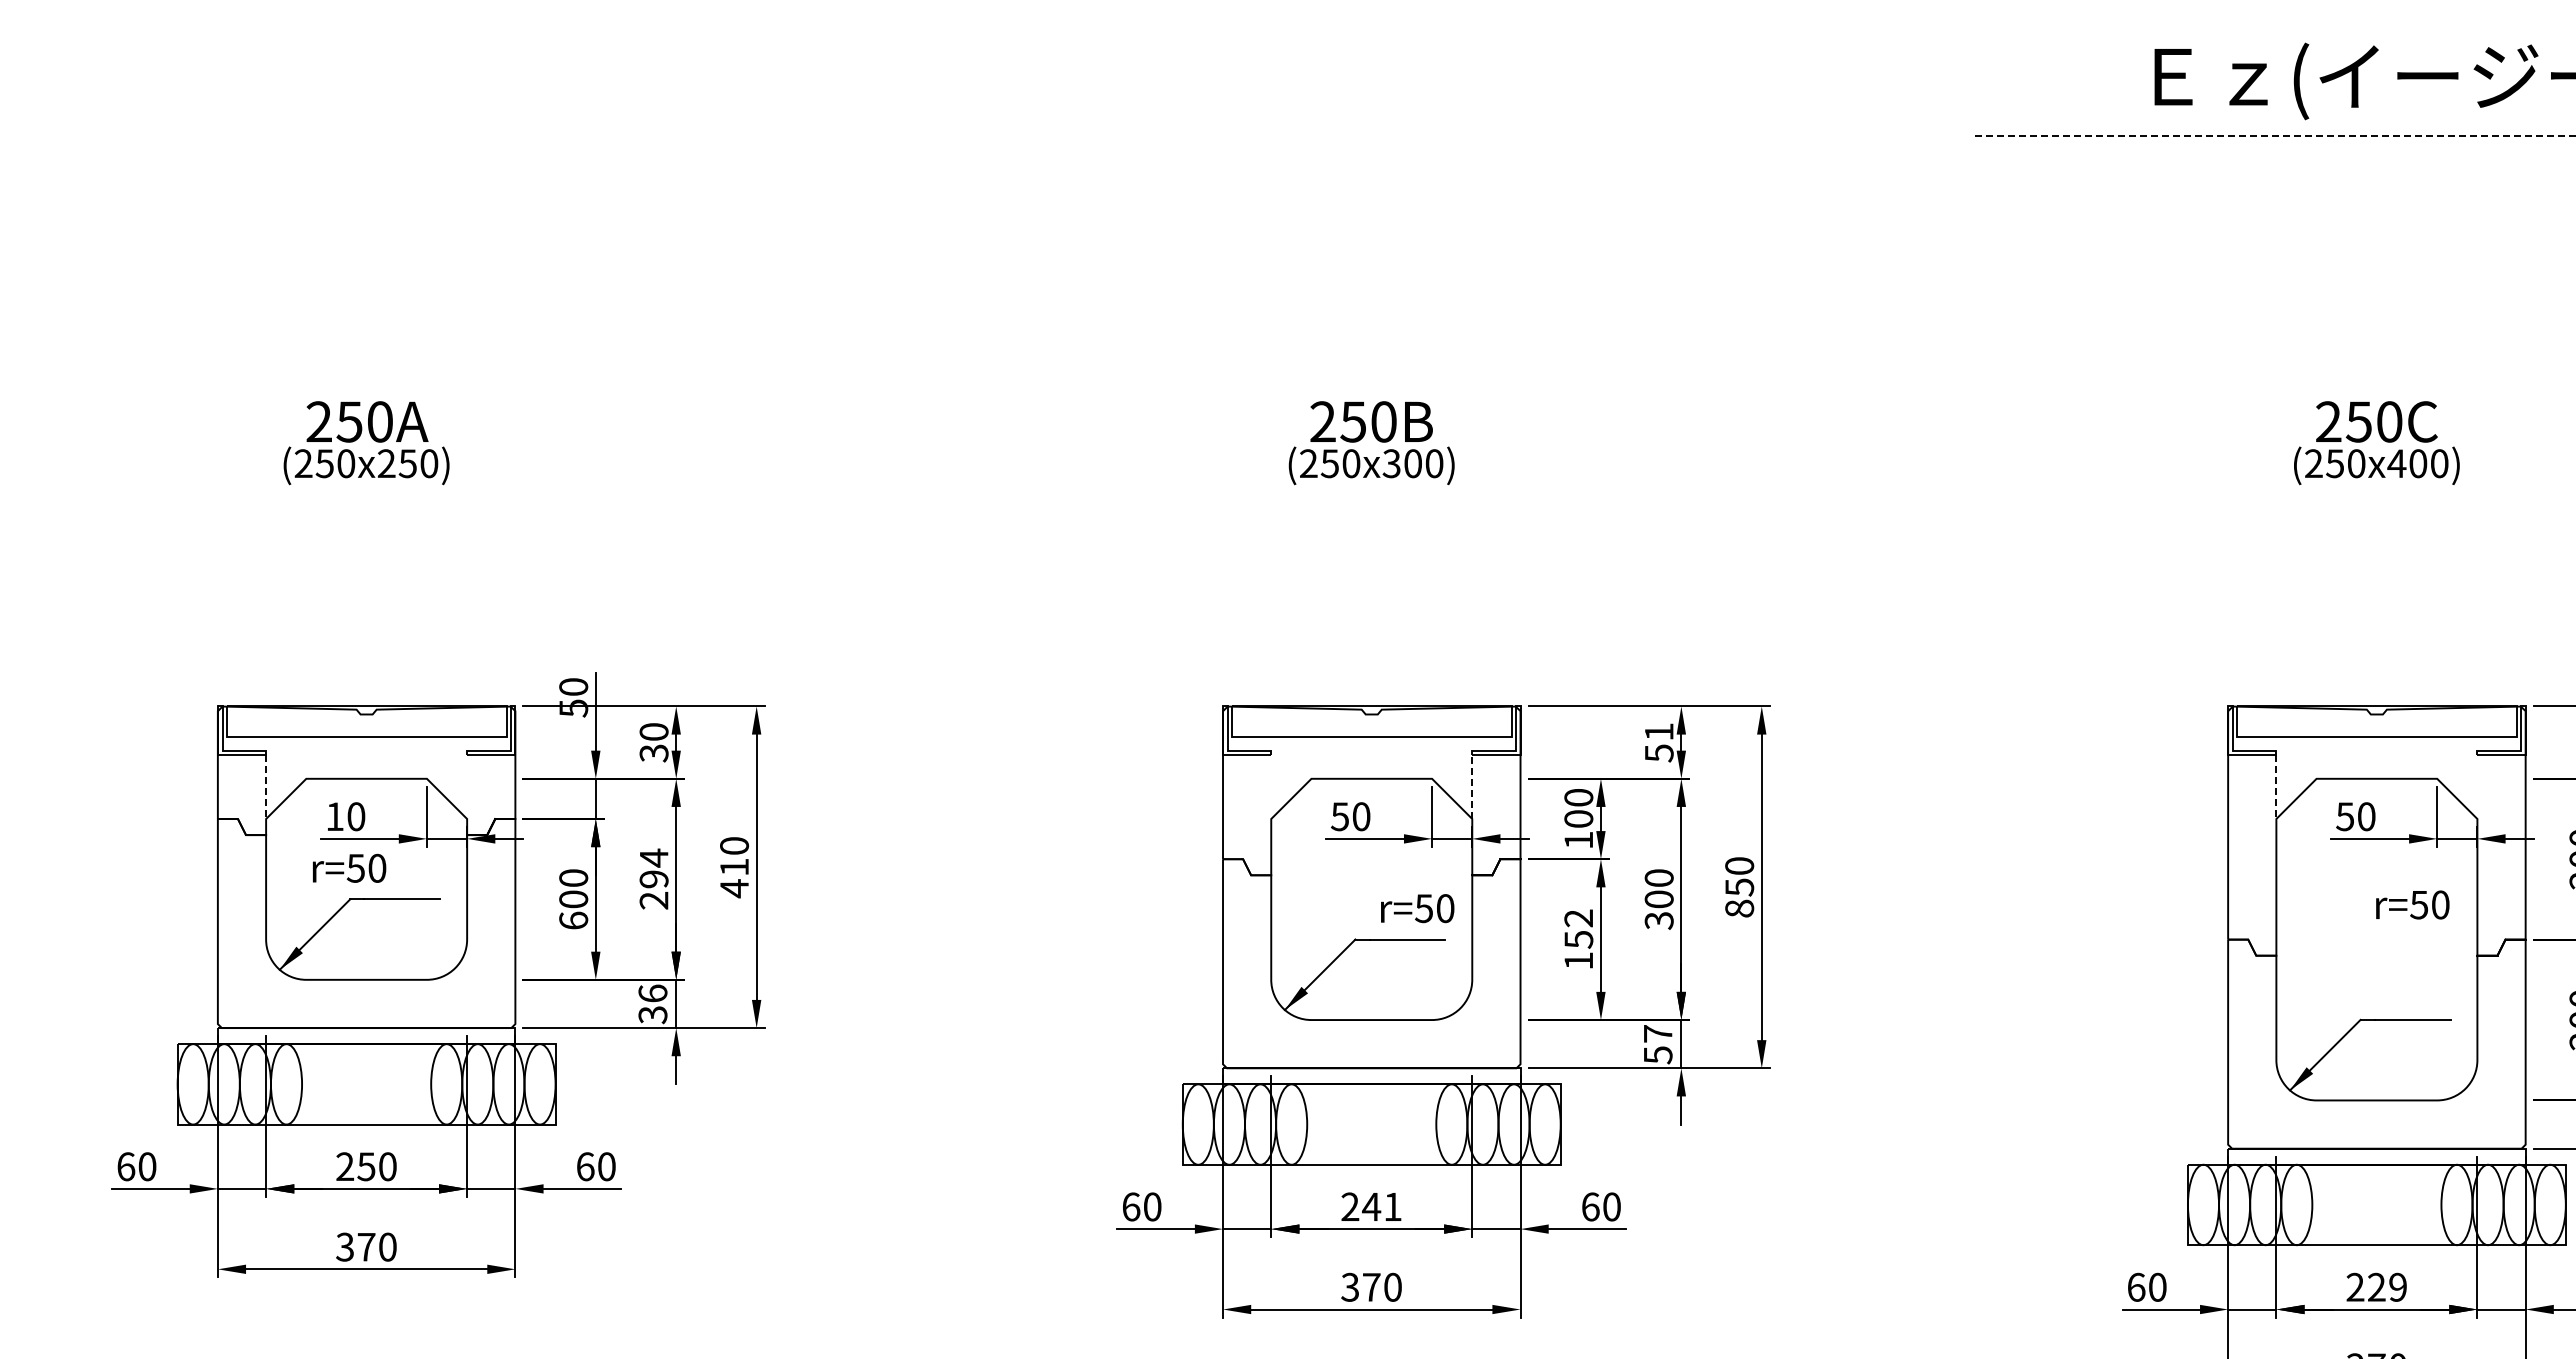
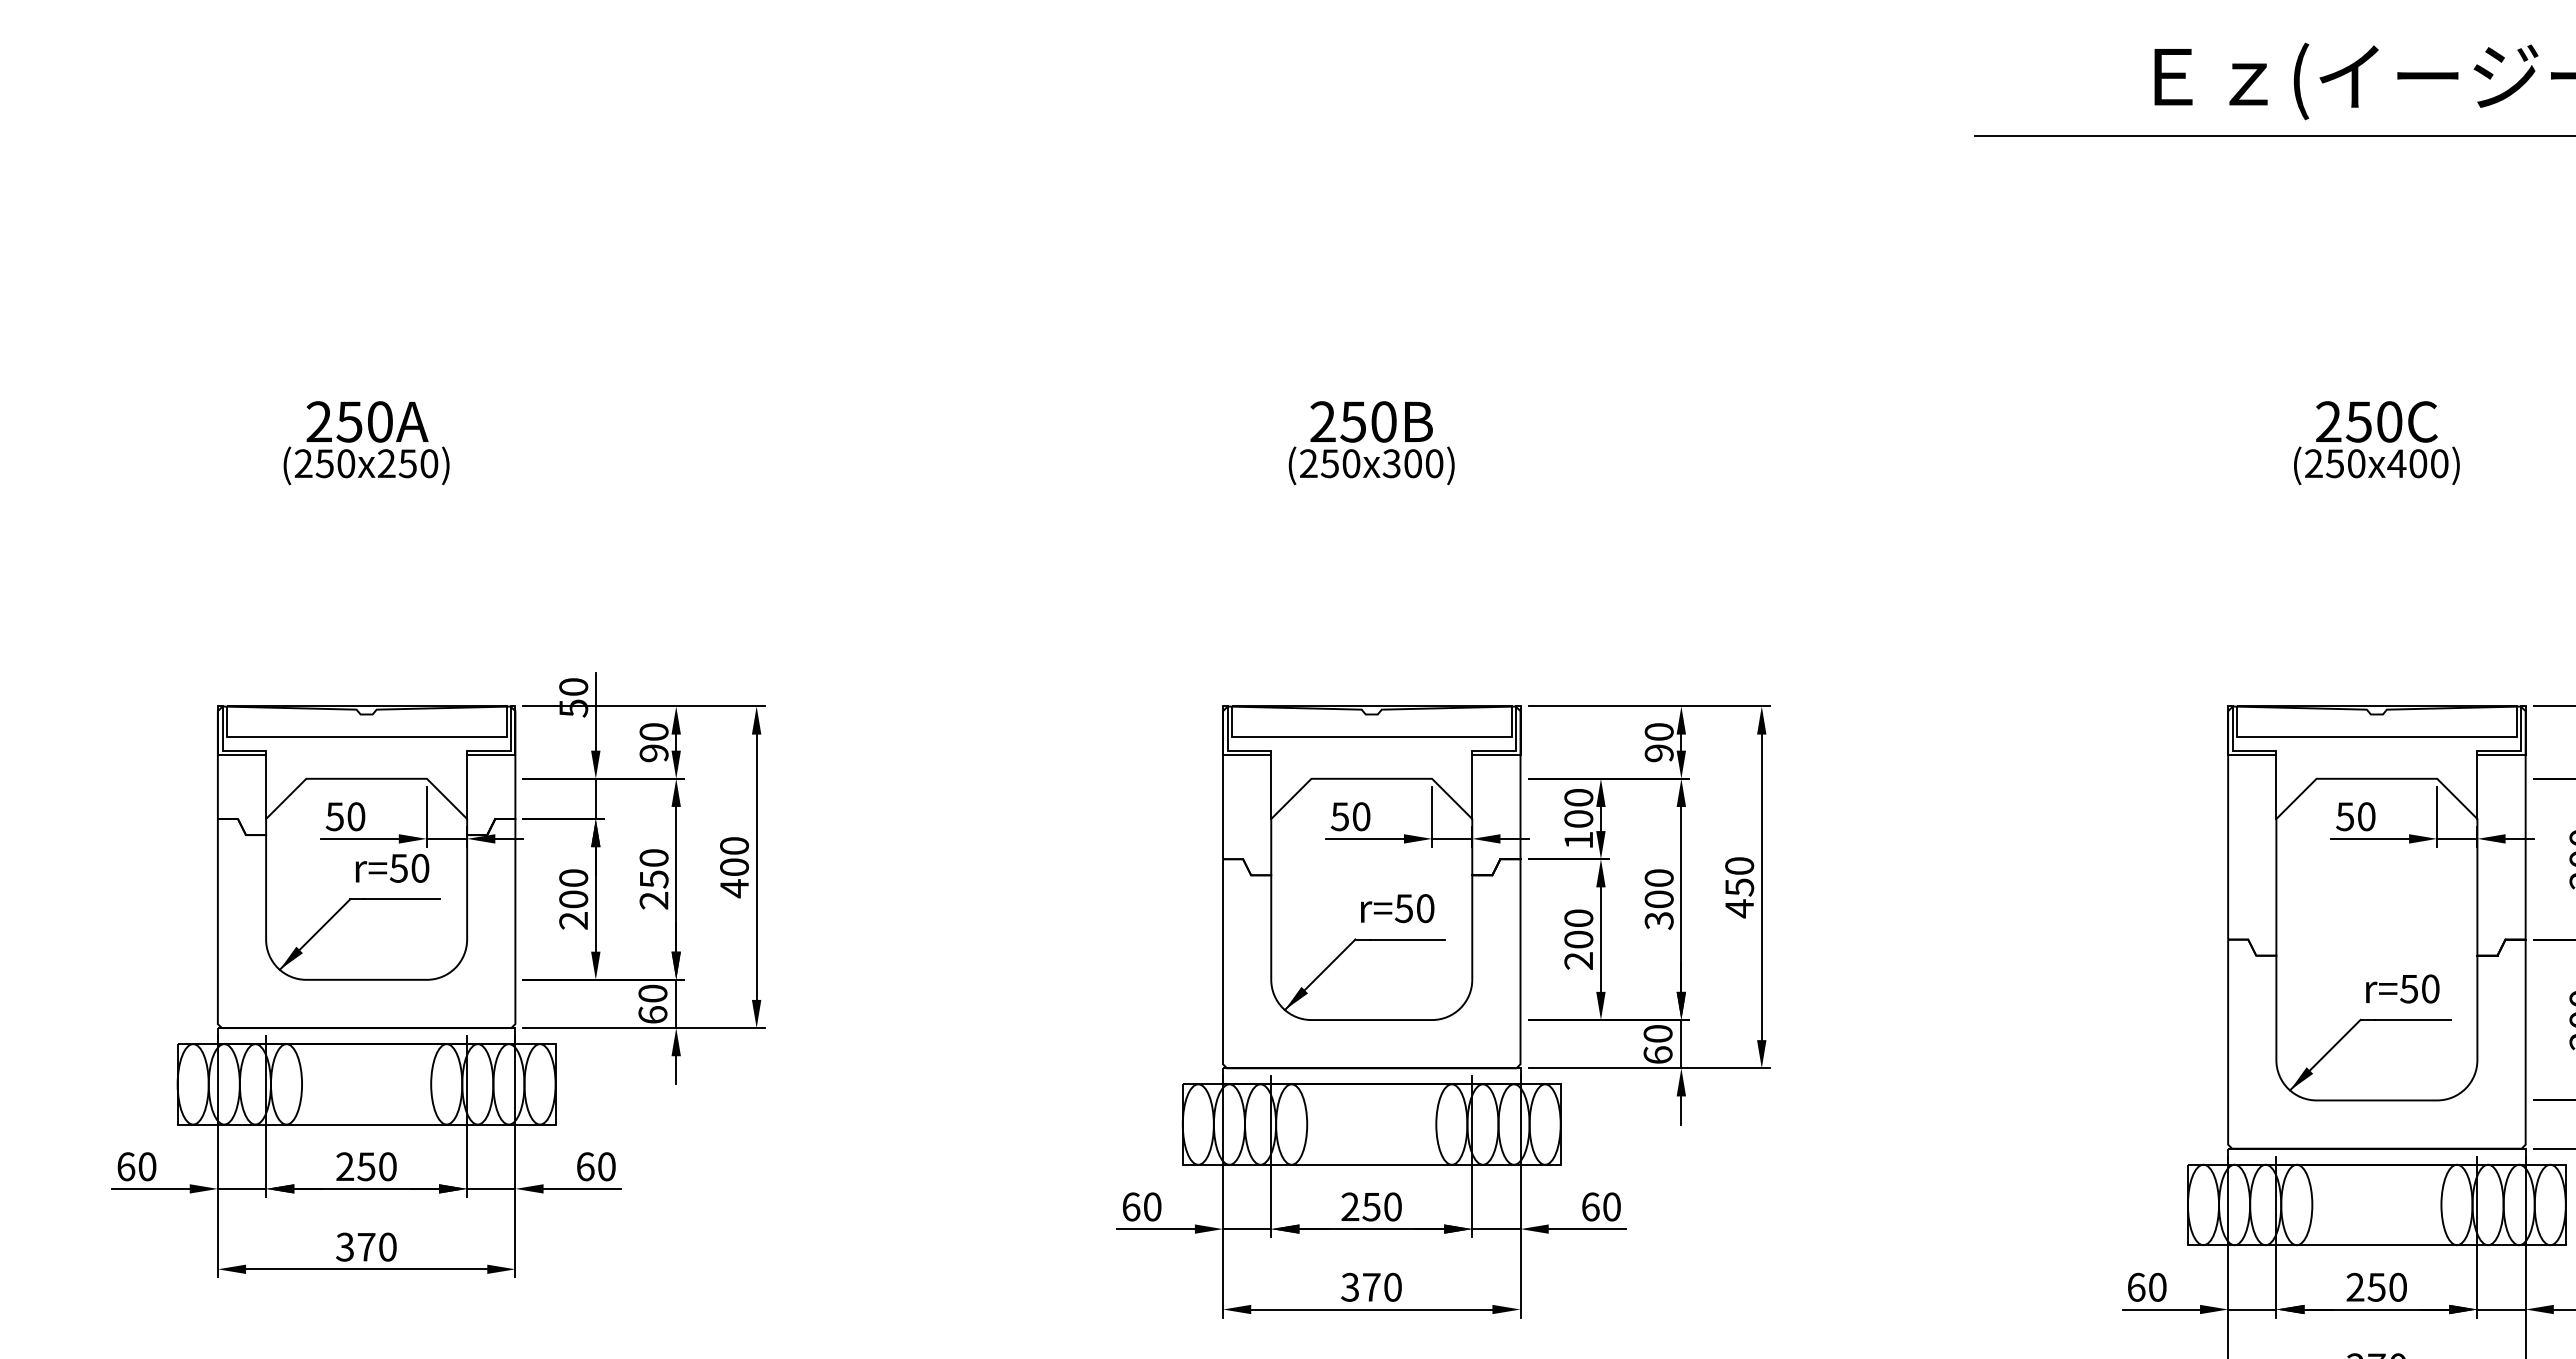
line at (2275, 135): dashed -> solid
text at (1658, 742): 51 -> 90
text at (653, 753): 30 -> 90
line at (266, 787): dashed -> solid
line at (467, 787): none -> present
line at (1271, 787): none -> present
line at (1472, 787): dashed -> solid
line at (2276, 787): dashed -> solid
line at (2477, 787): none -> present
text at (334, 816): 10 -> 50
text at (734, 866): 410 -> 400
text at (349, 867) position: (349, 867) -> (392, 867)
text at (653, 868): 294 -> 250
text at (2412, 904) position: (2412, 904) -> (2402, 988)
text at (1417, 908) position: (1417, 908) -> (1397, 908)
text at (1739, 908): 850 -> 450
text at (573, 920): 600 -> 200
text at (1578, 939): 152 -> 200
text at (652, 1004): 36 -> 60
text at (1657, 1044): 57 -> 60
text at (1381, 1206): 241 -> 250
text at (2386, 1286): 229 -> 250
